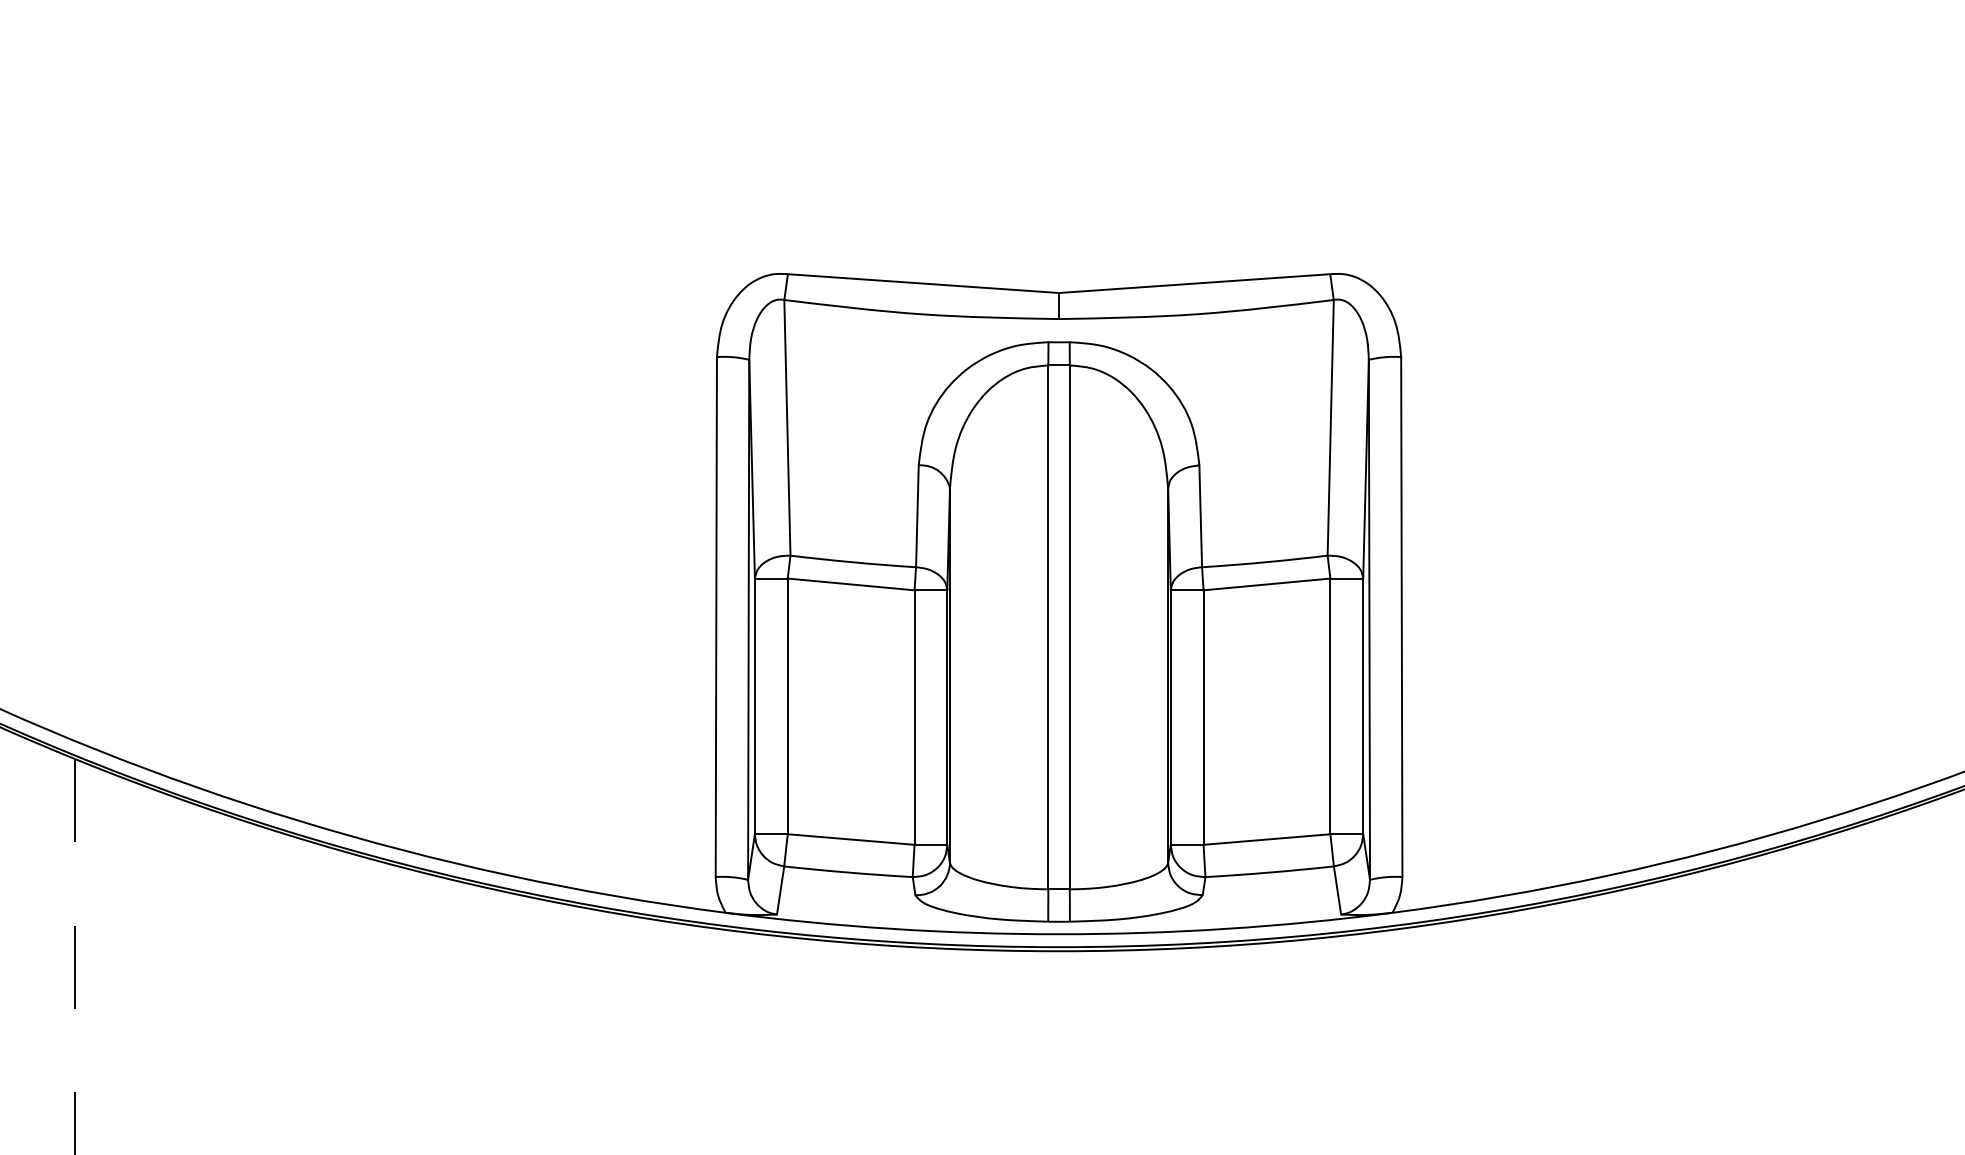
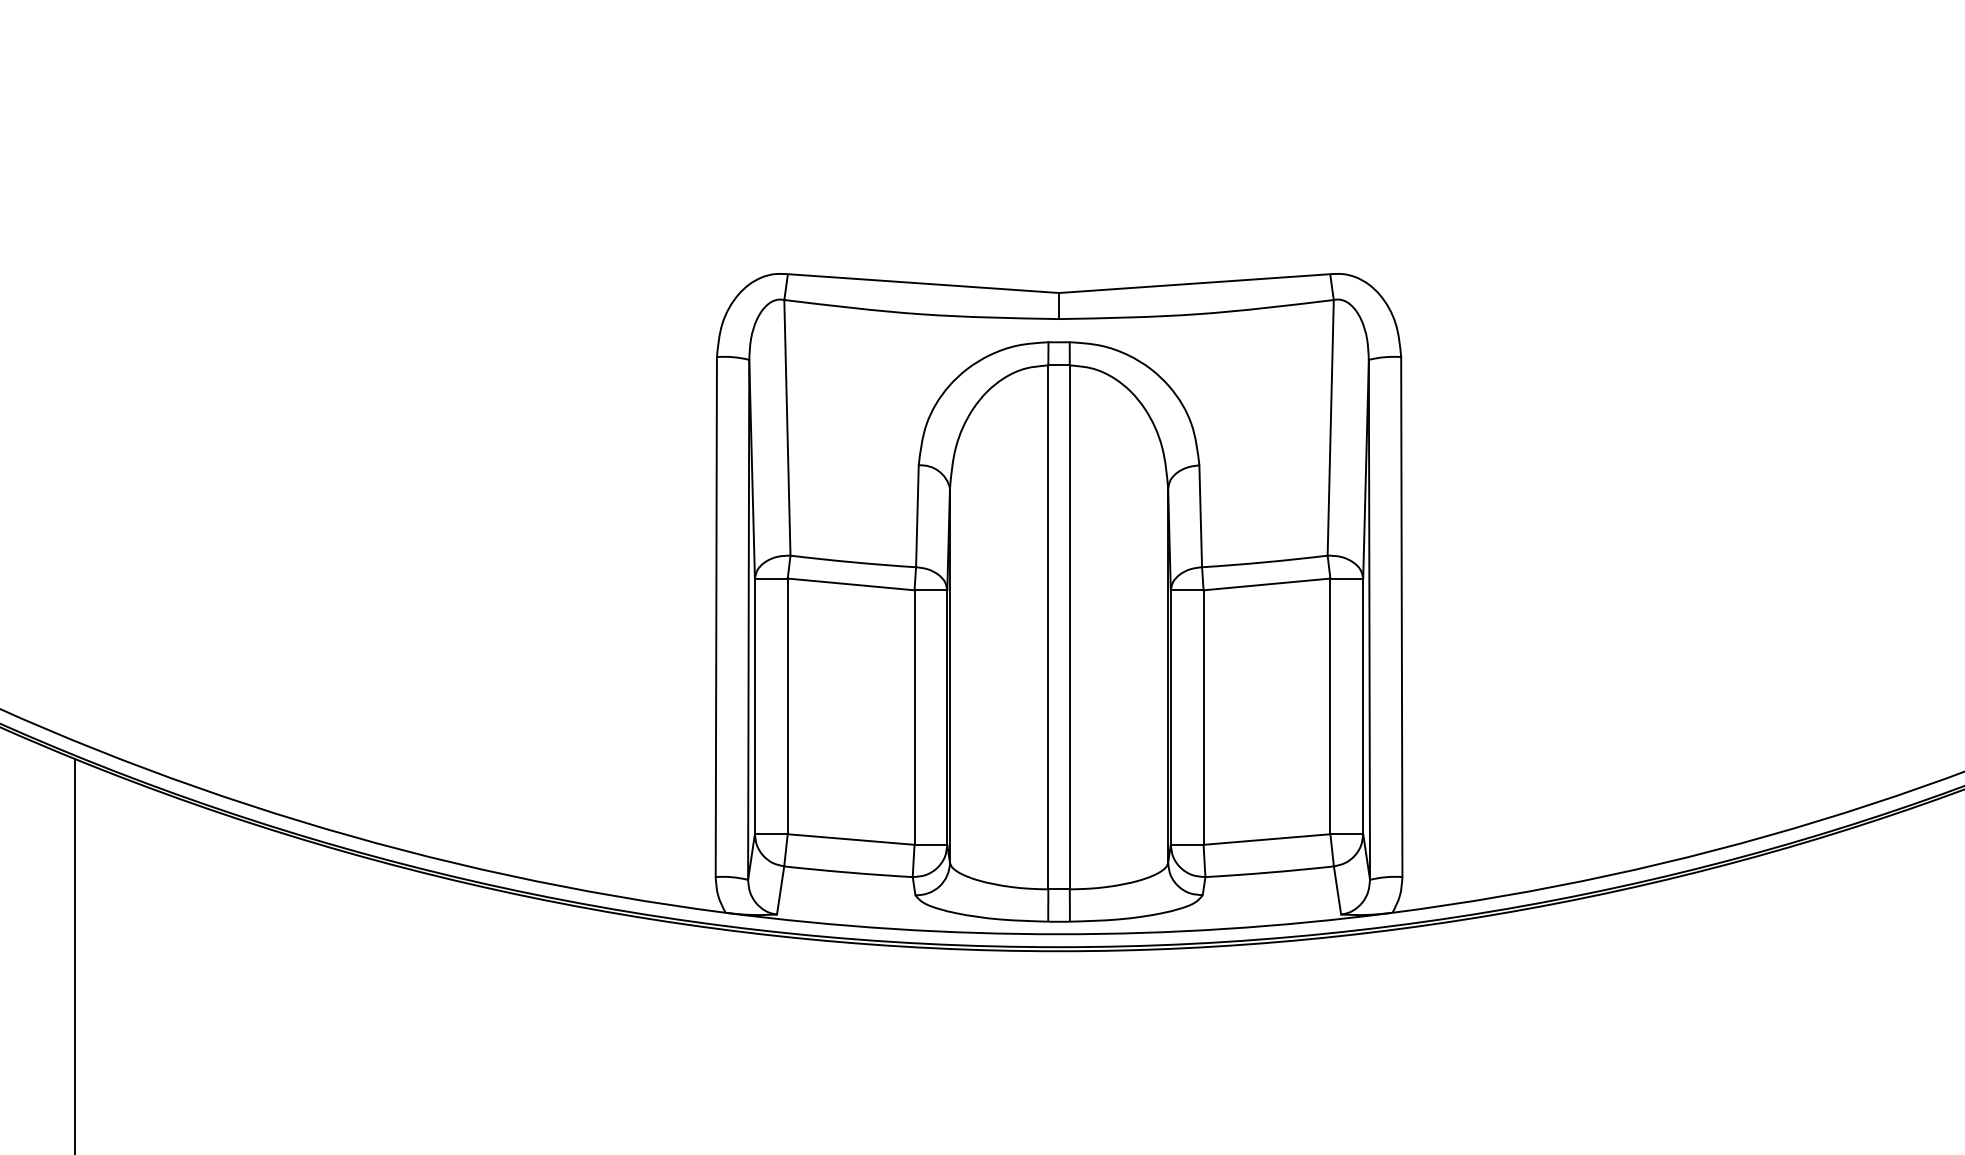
line at (75, 956): dashed -> solid
